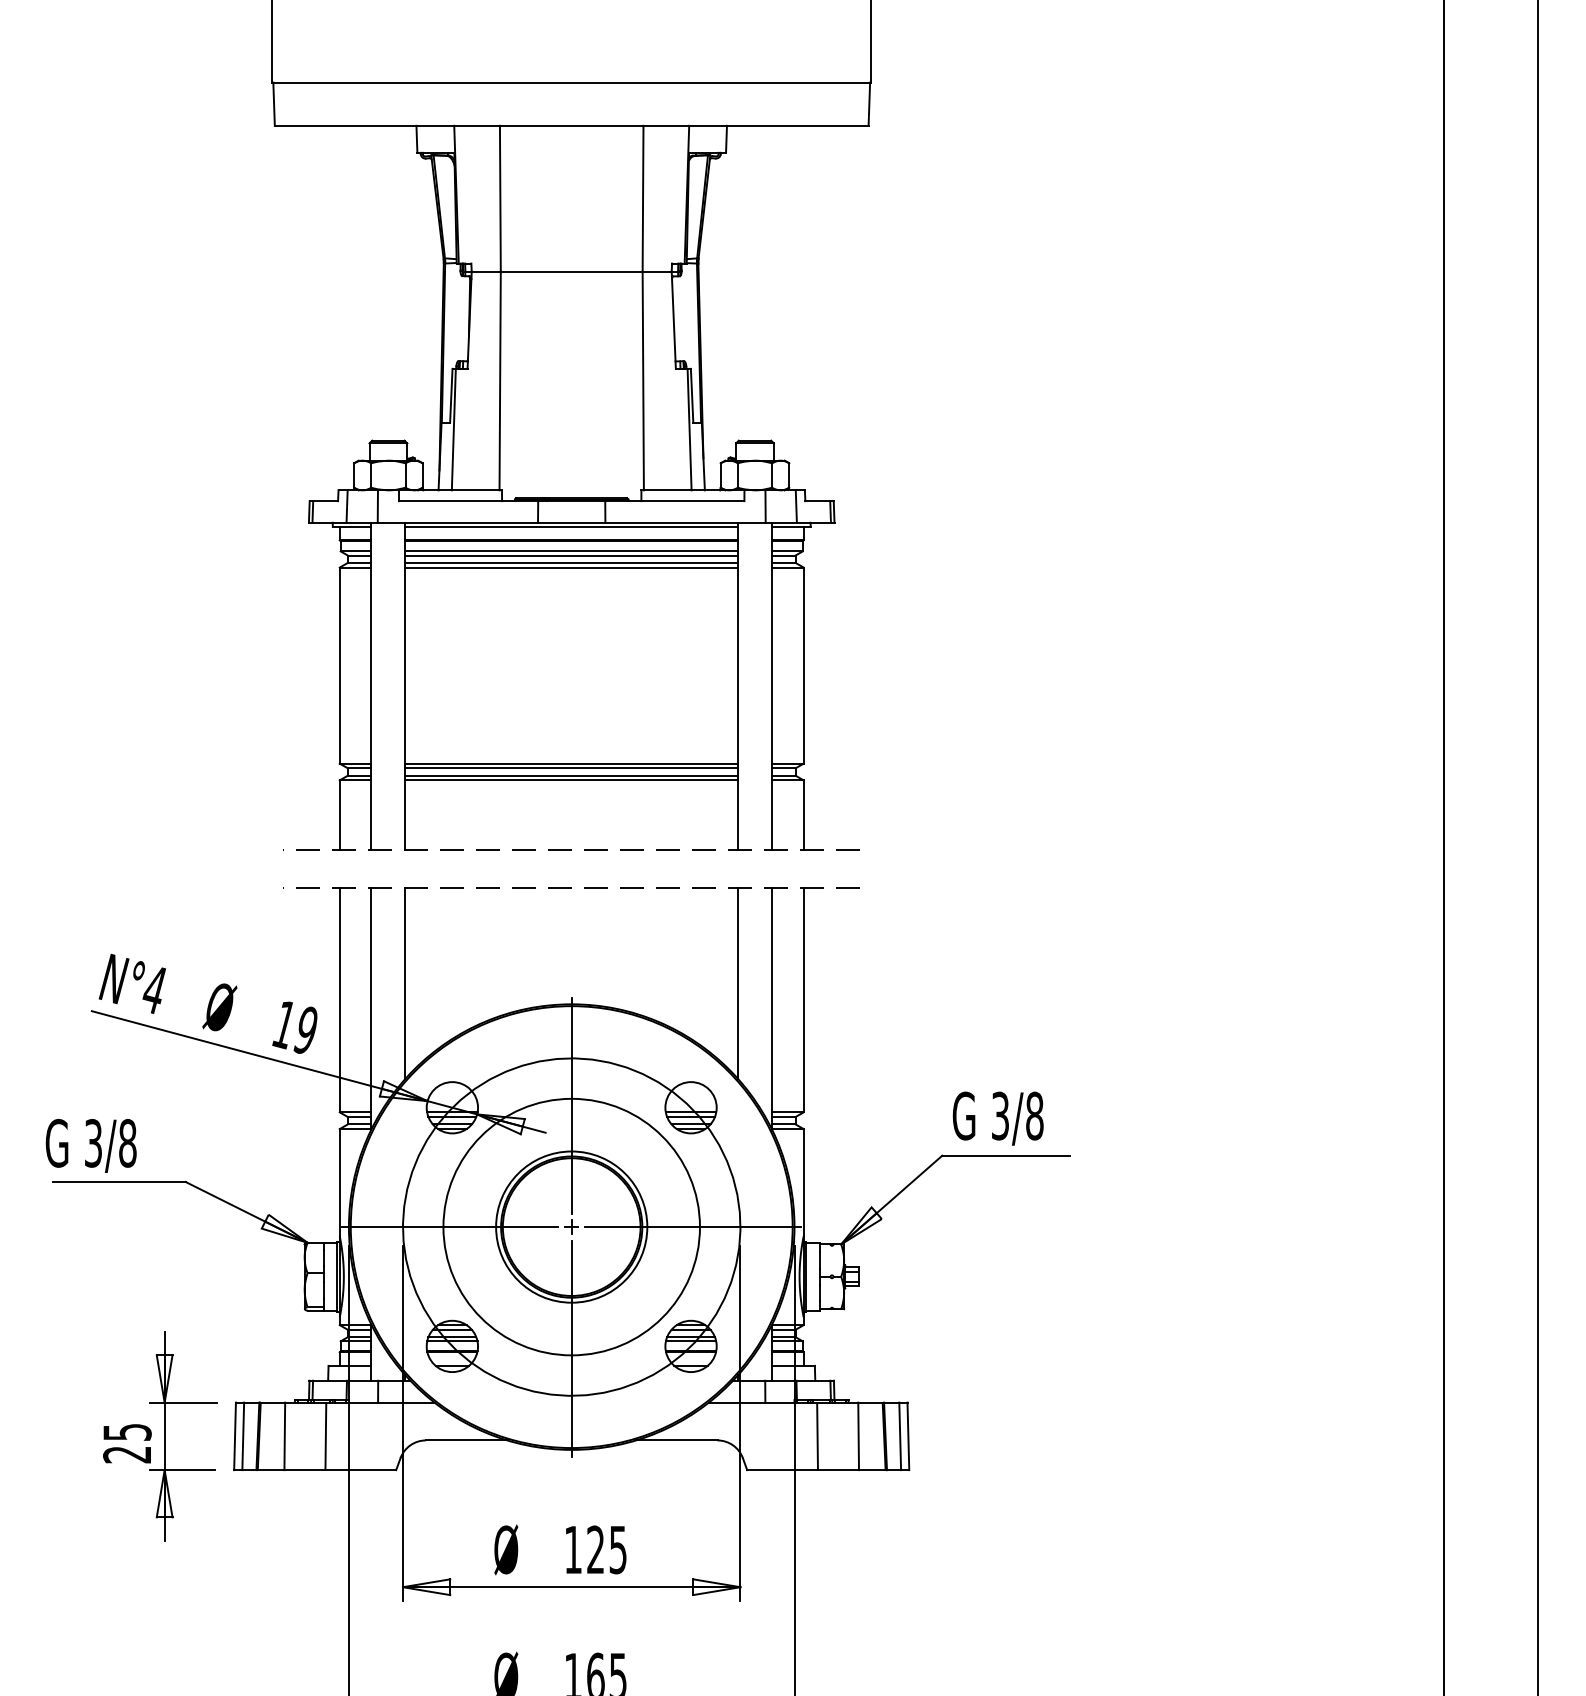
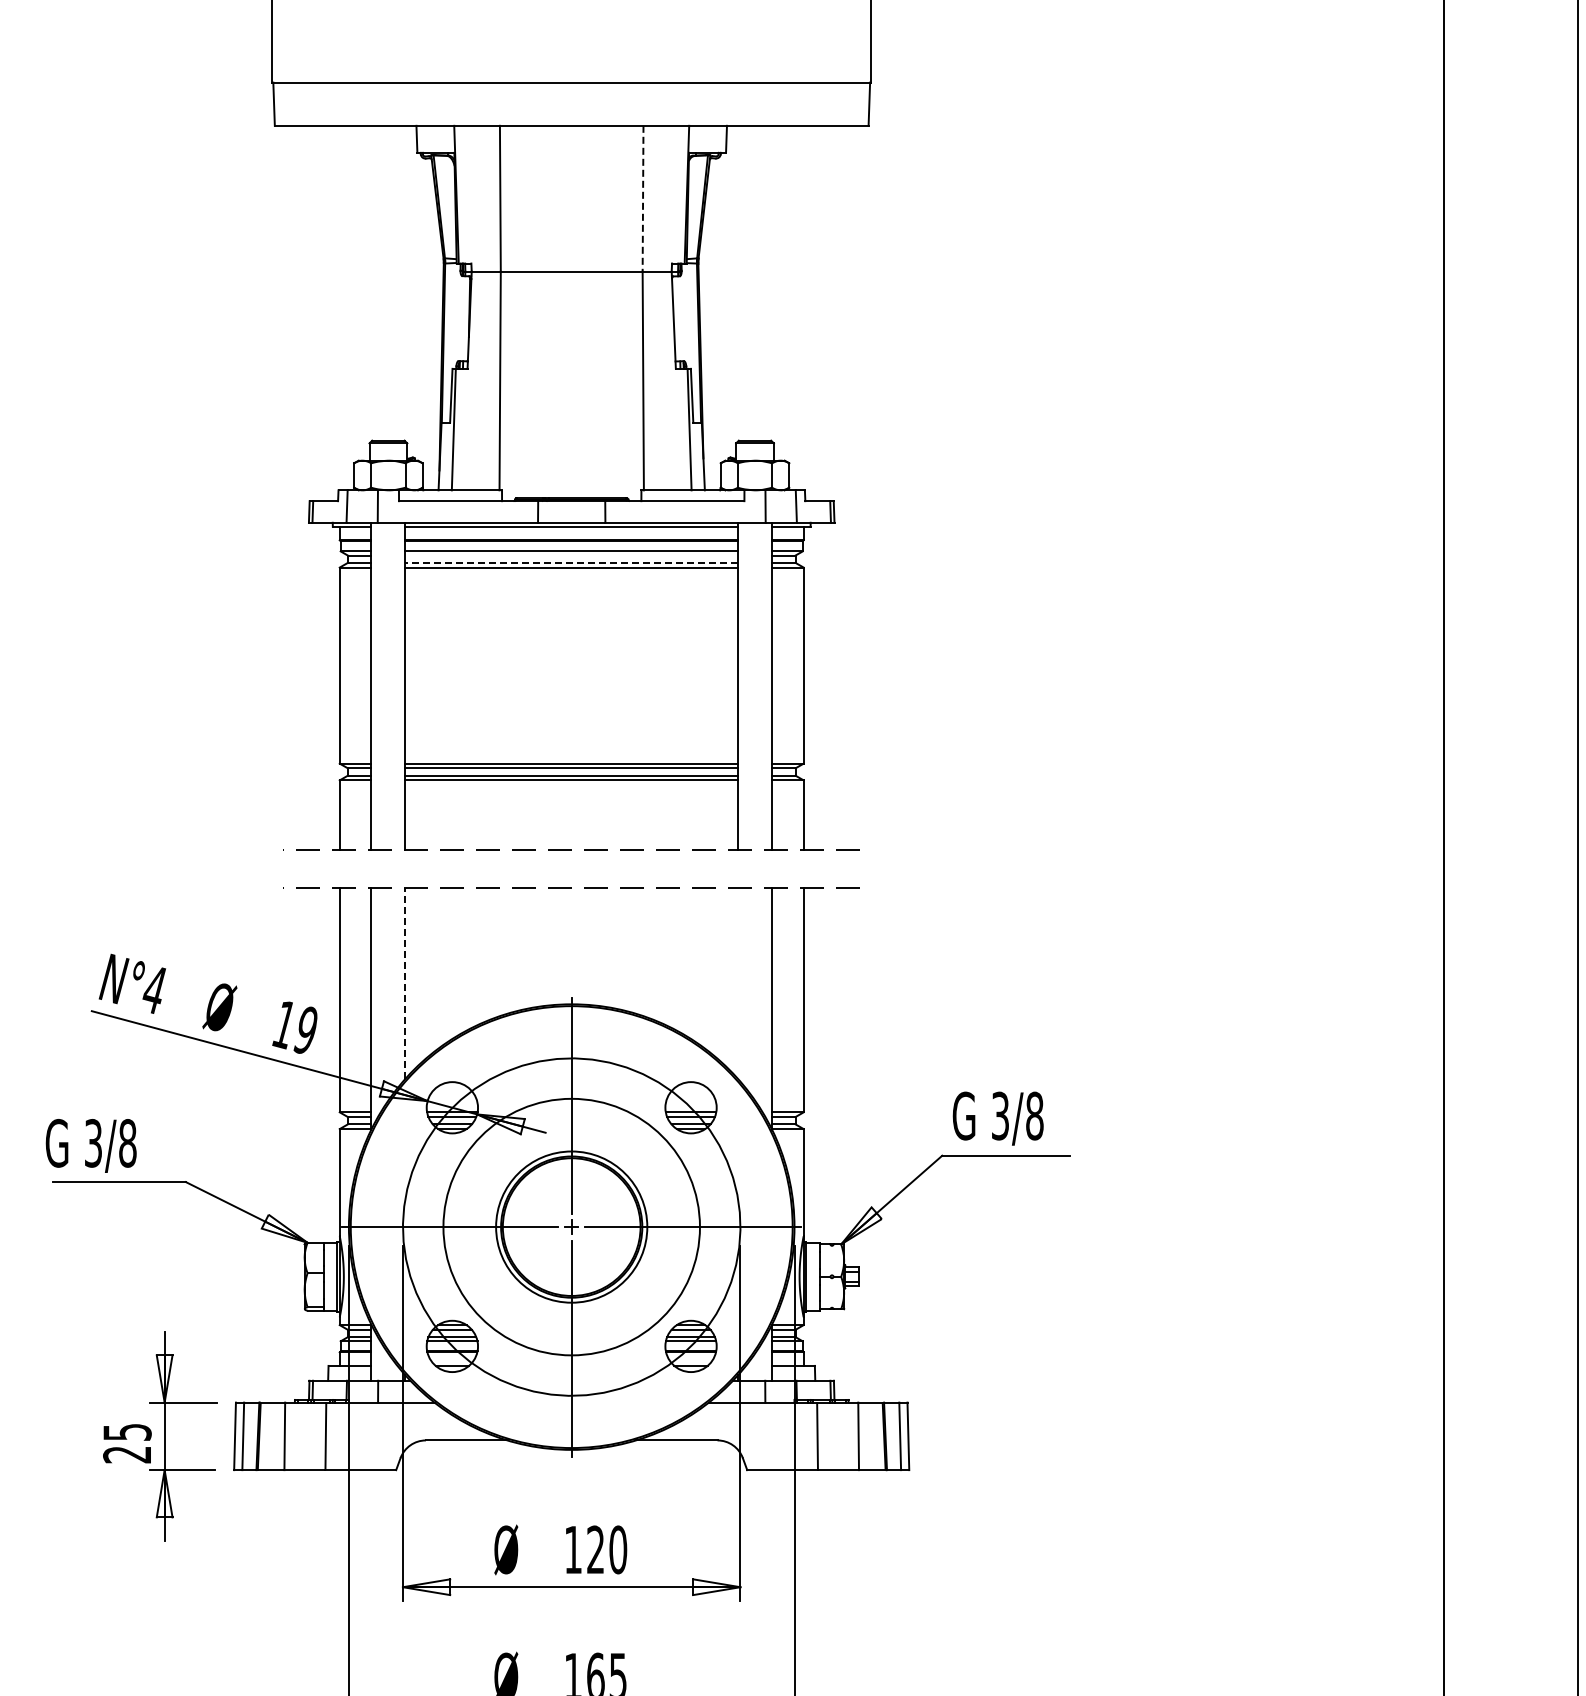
line at (643, 198): solid -> dashed
line at (571, 555): present -> none
line at (571, 562): solid -> dashed
line at (1538, 847) position: (1538, 847) -> (1578, 847)
line at (738, 982): present -> none
line at (405, 983): solid -> dashed
text at (618, 1549): 125 -> 120
